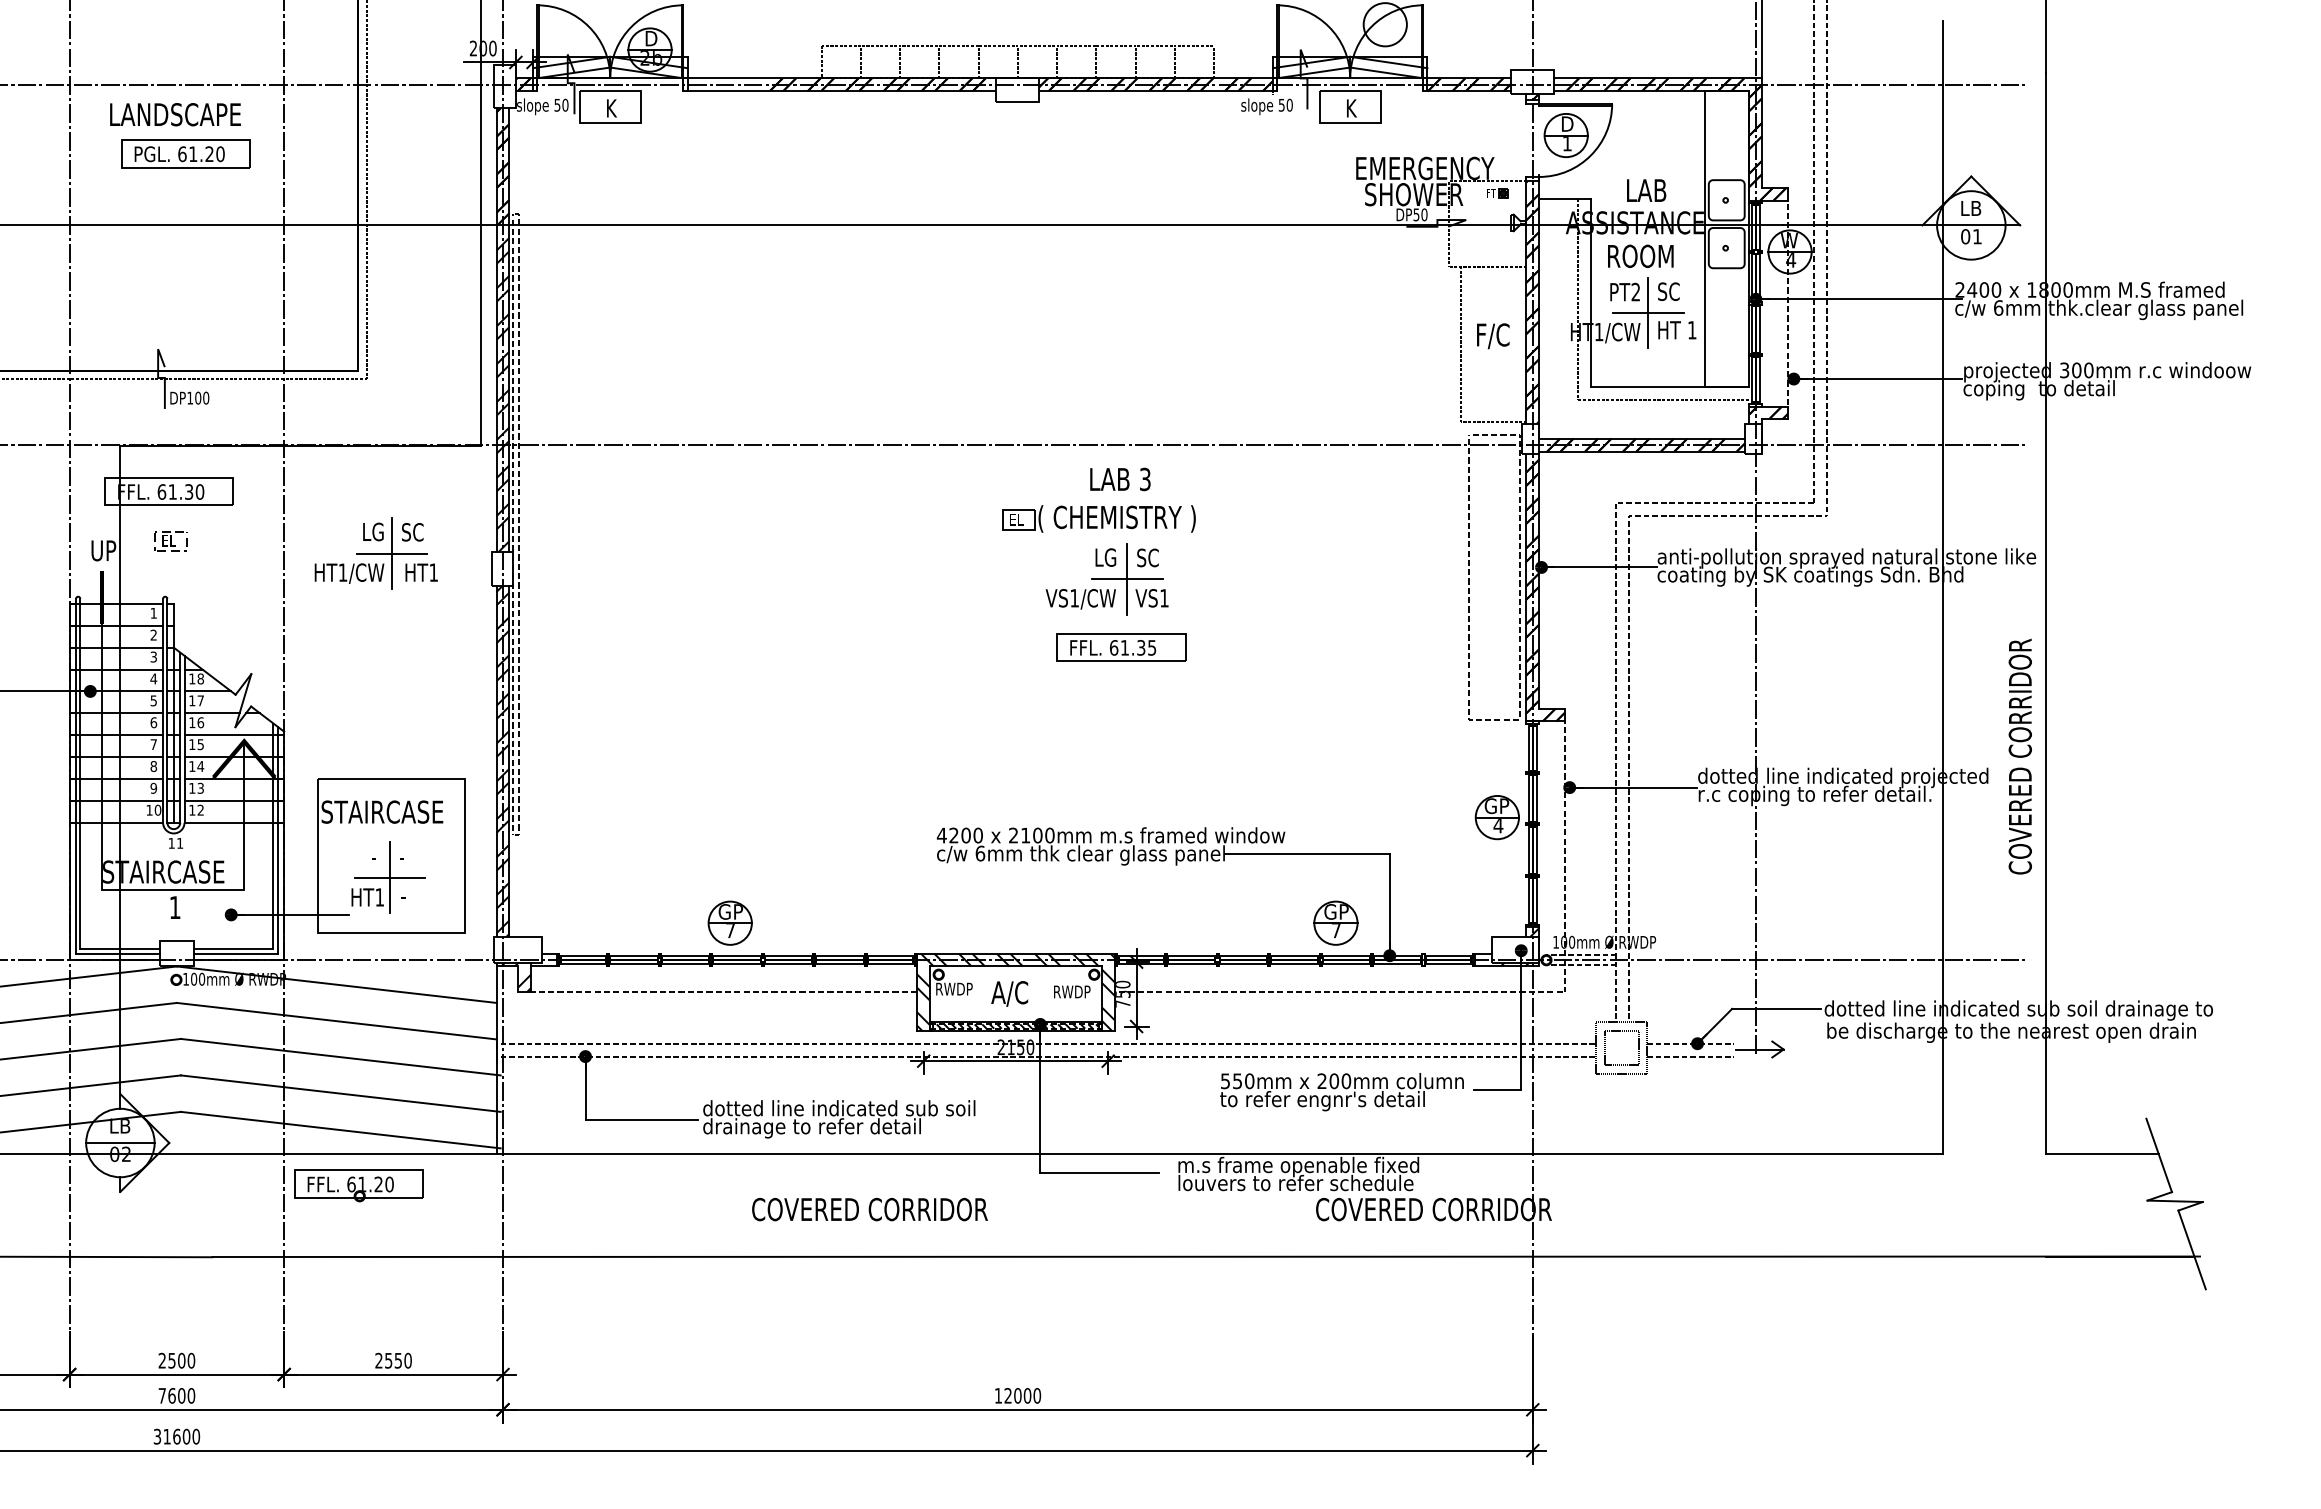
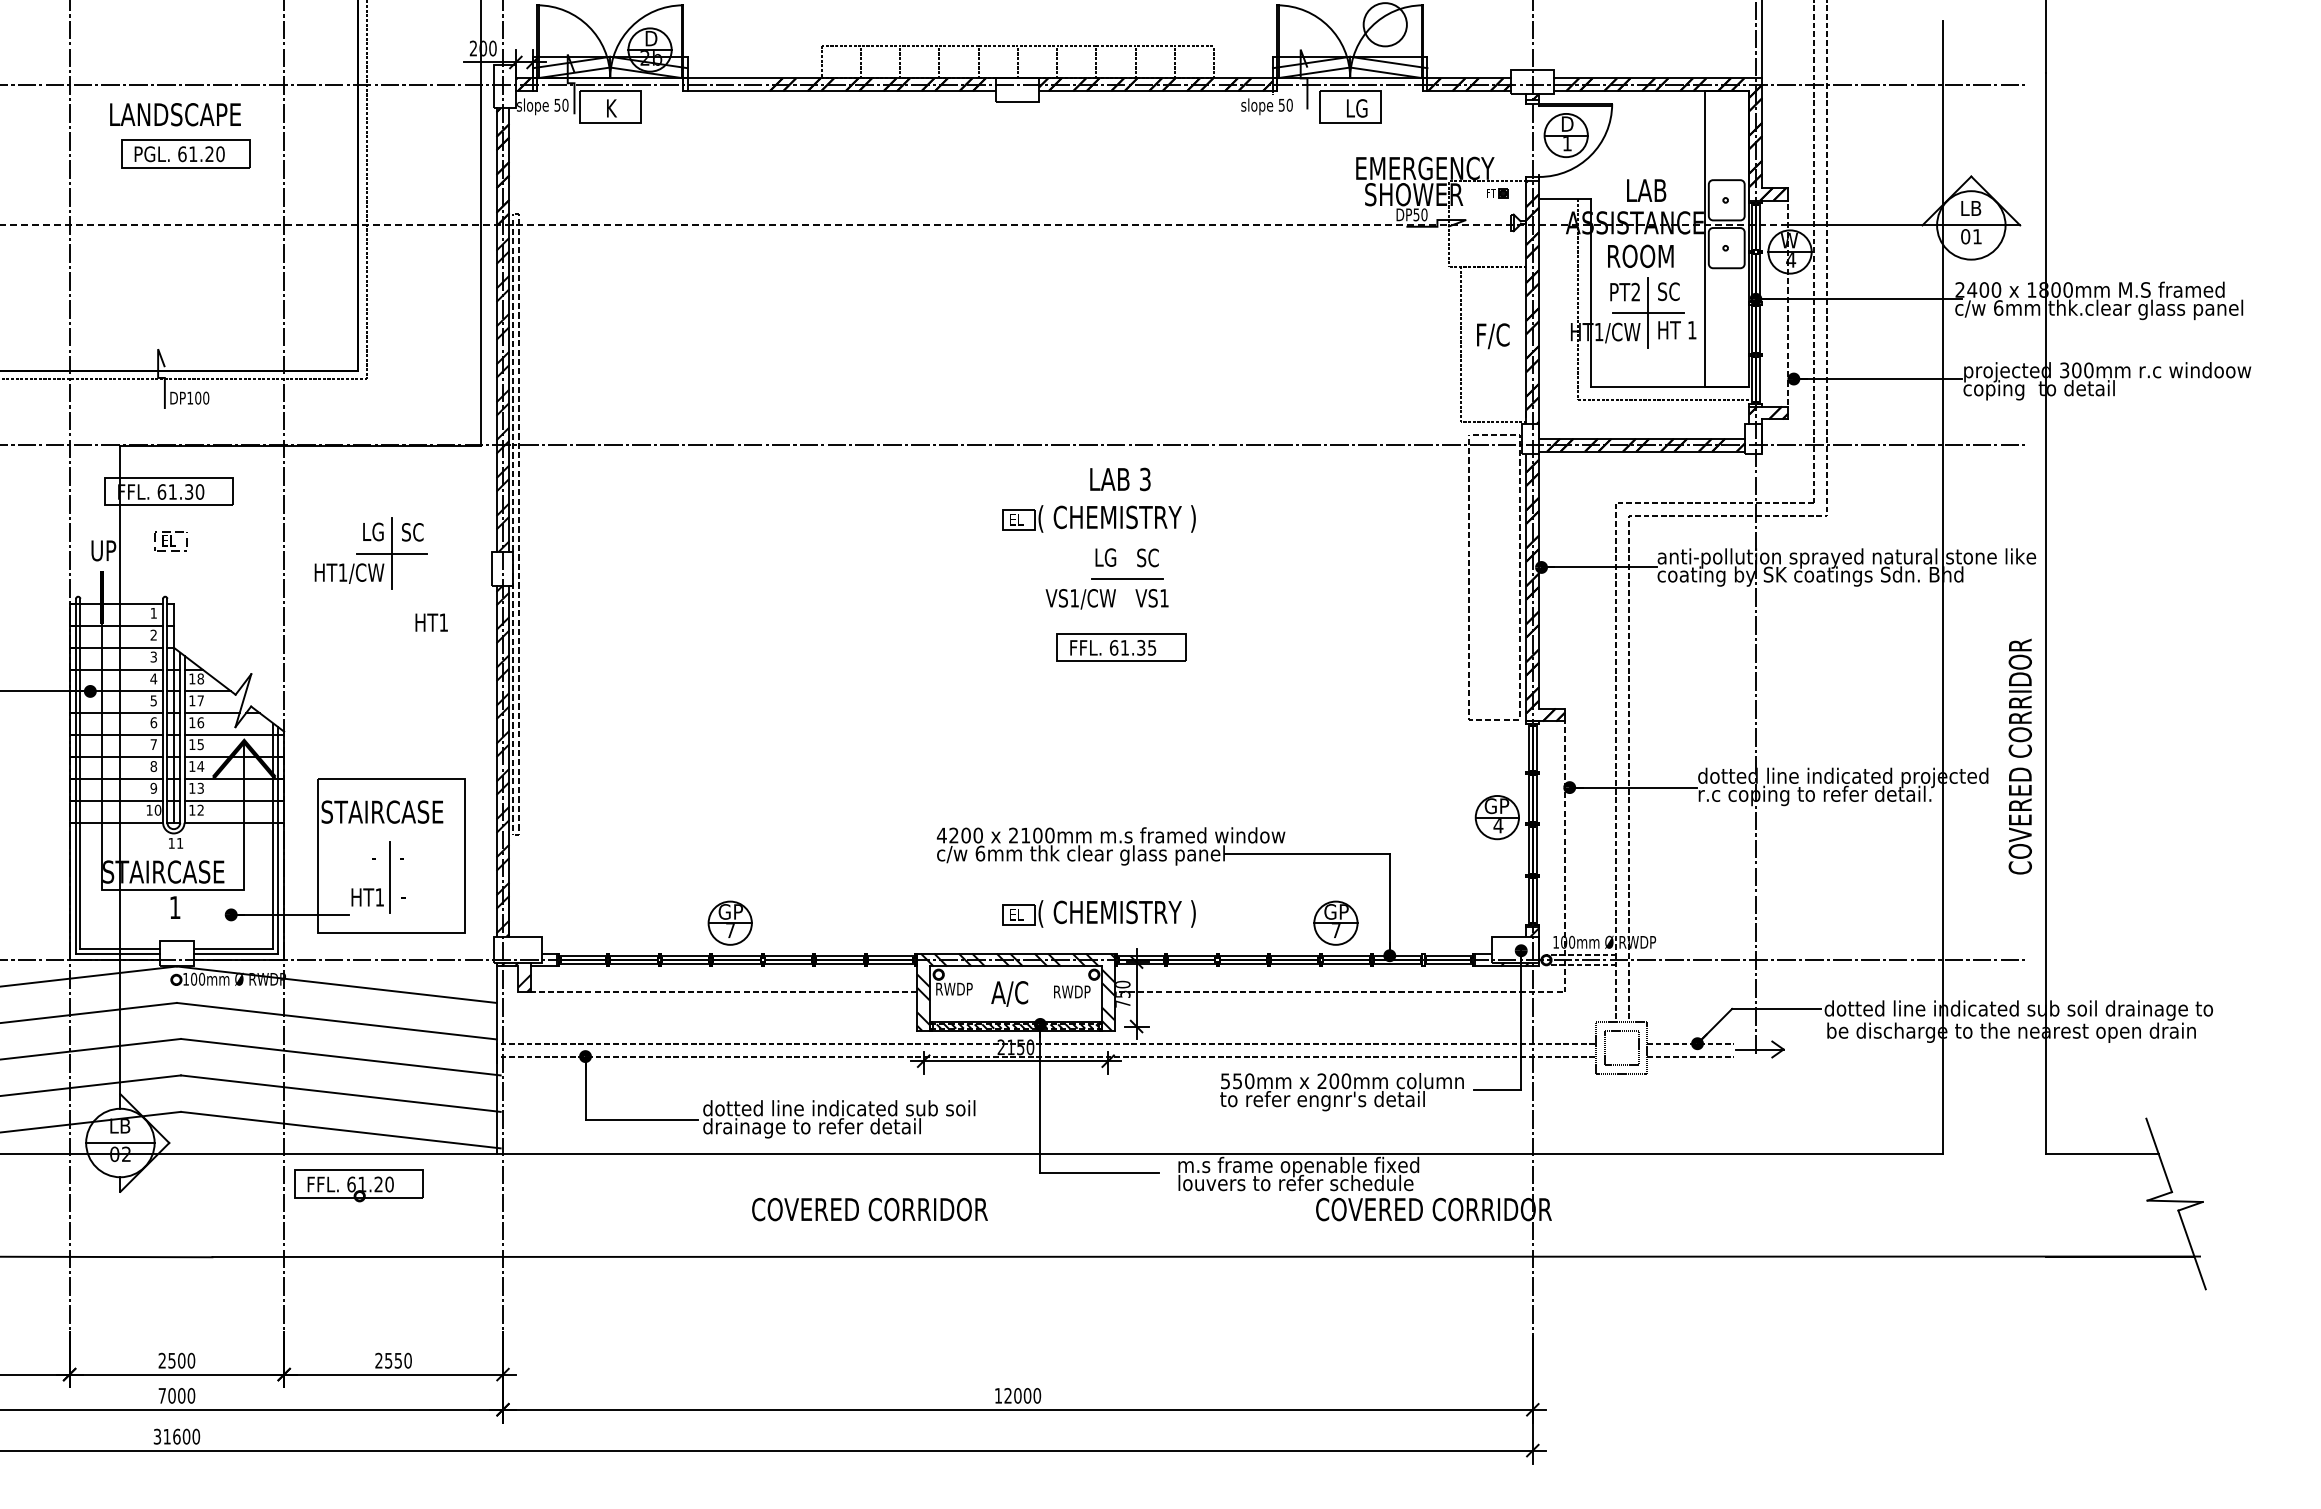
text at (1357, 108): K -> LG
line at (892, 225): solid -> dashed
text at (421, 572) position: (421, 572) -> (431, 622)
line at (1127, 579): present -> none
line at (389, 877): present -> none
part at (1098, 913): none -> present
text at (171, 1395): 7600 -> 7000
